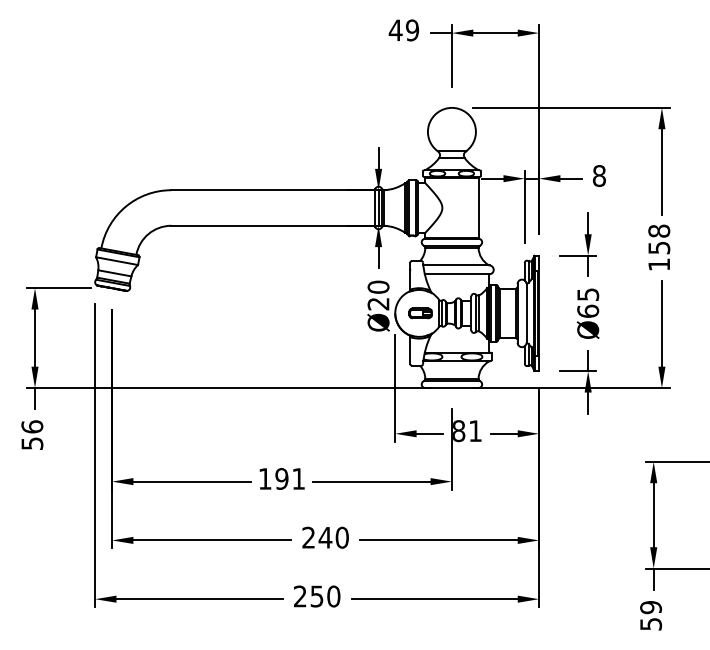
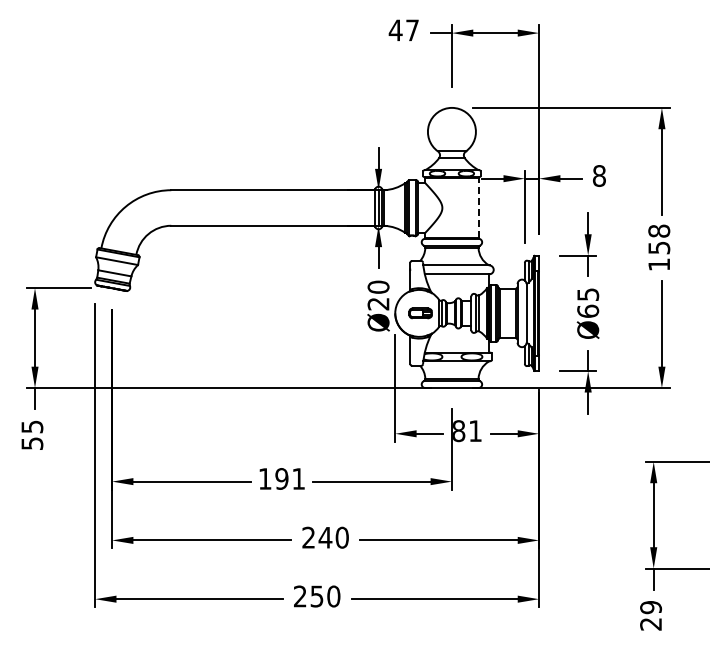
text at (412, 30): 49 -> 47
line at (478, 207): solid -> dashed
text at (32, 426): 56 -> 55
text at (651, 624): 59 -> 29
